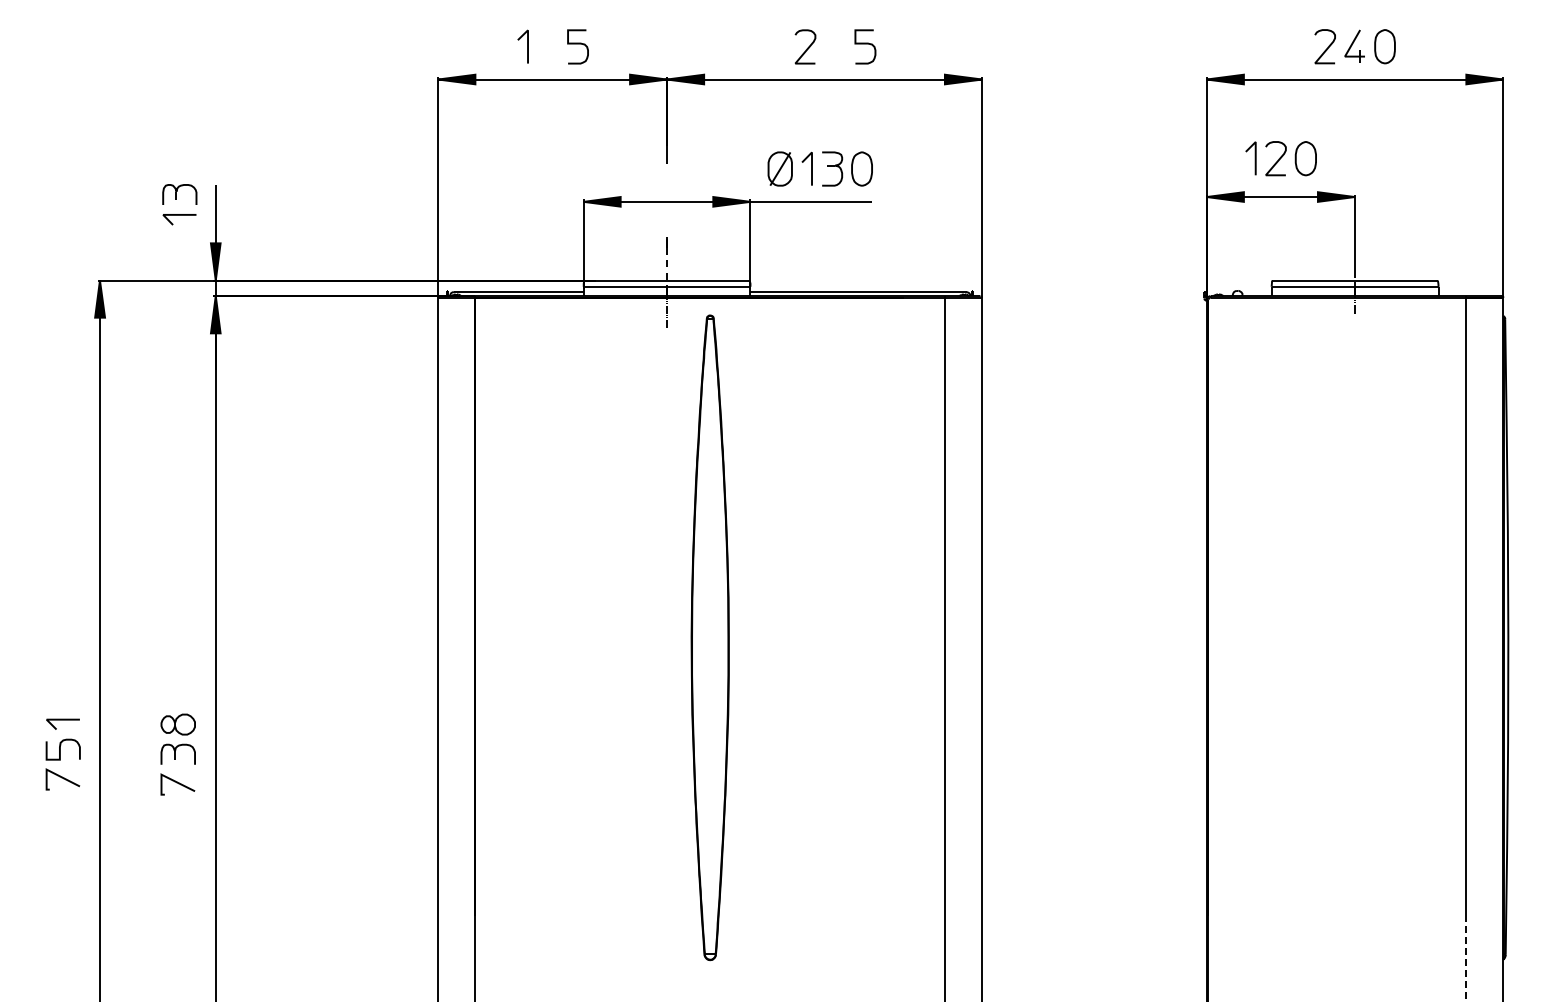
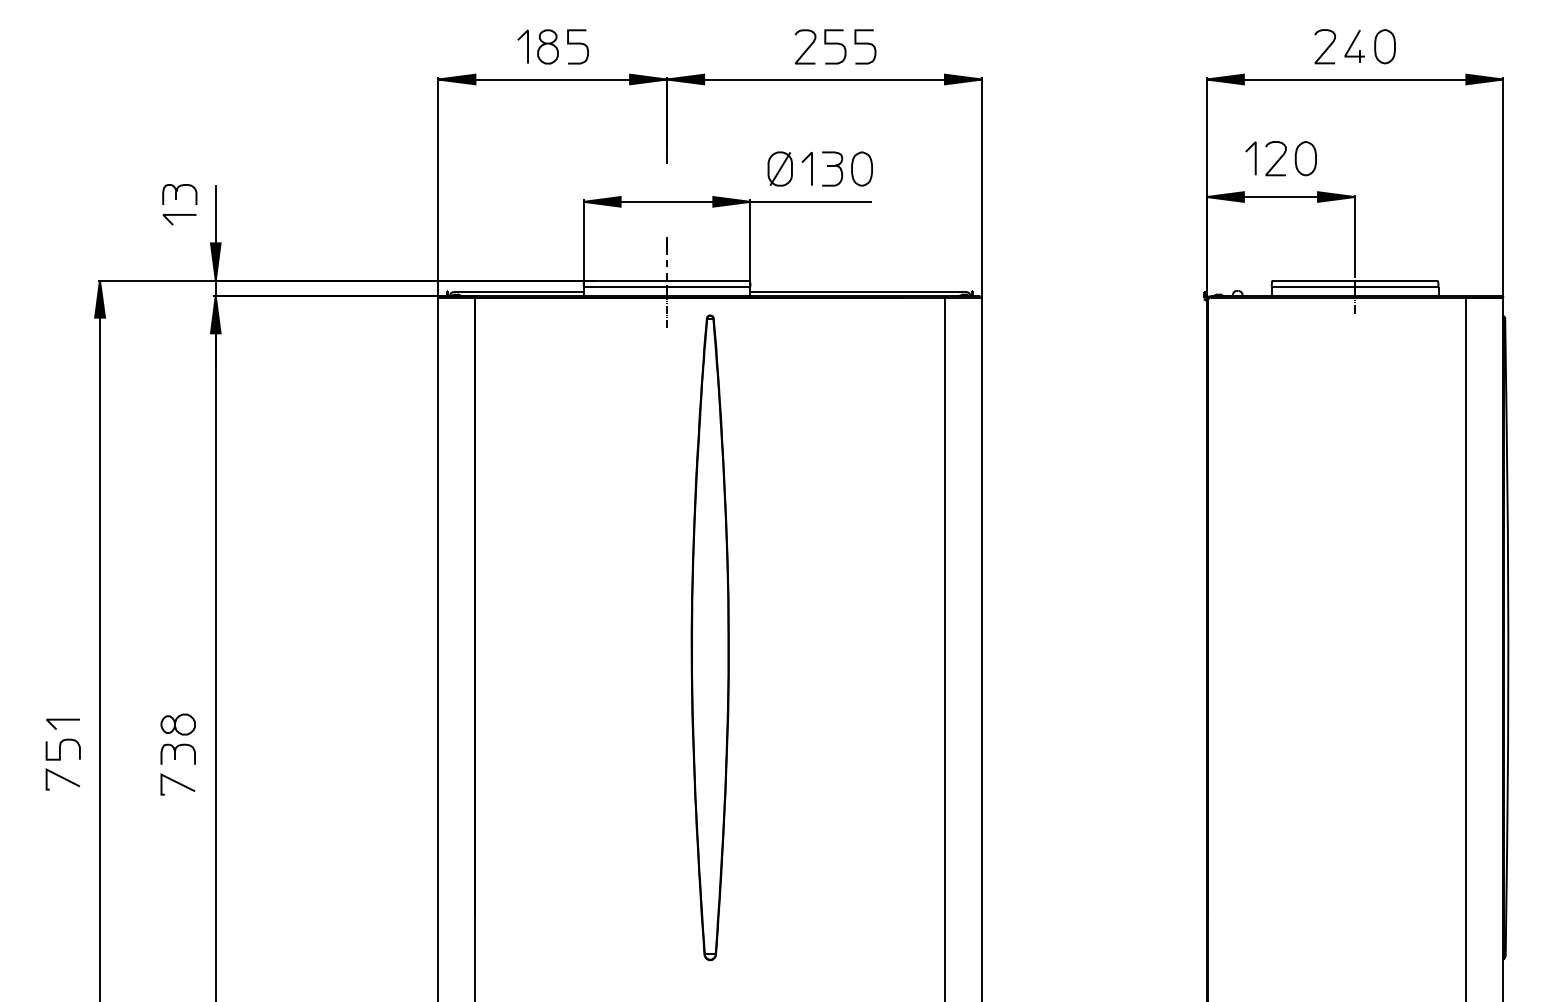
curve at (835, 44): none -> present
part at (547, 46): none -> present
line at (1466, 958): dashed -> solid
